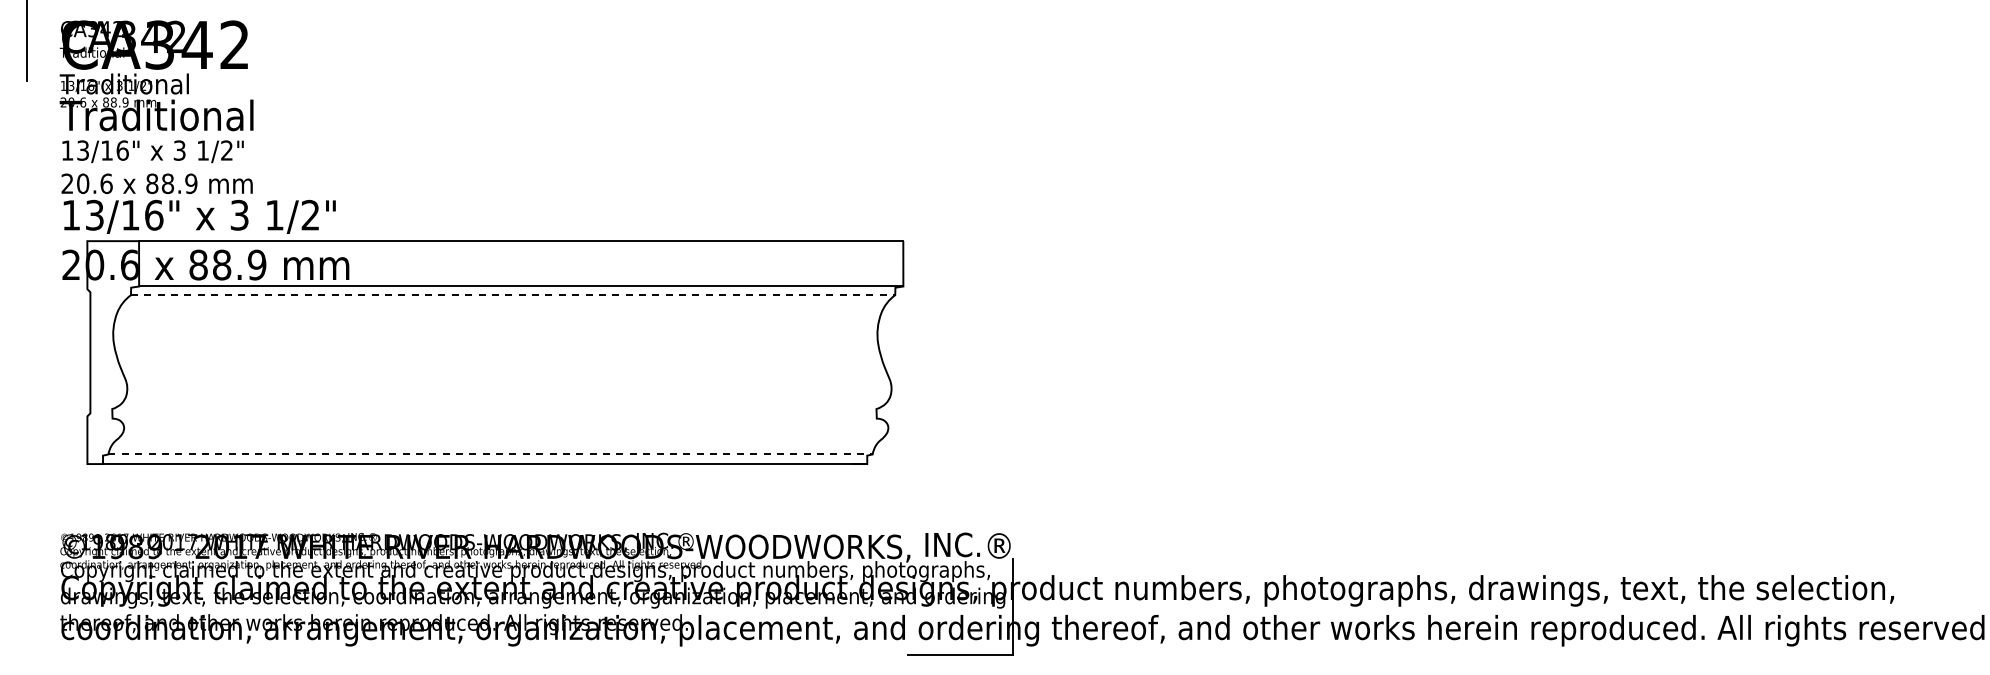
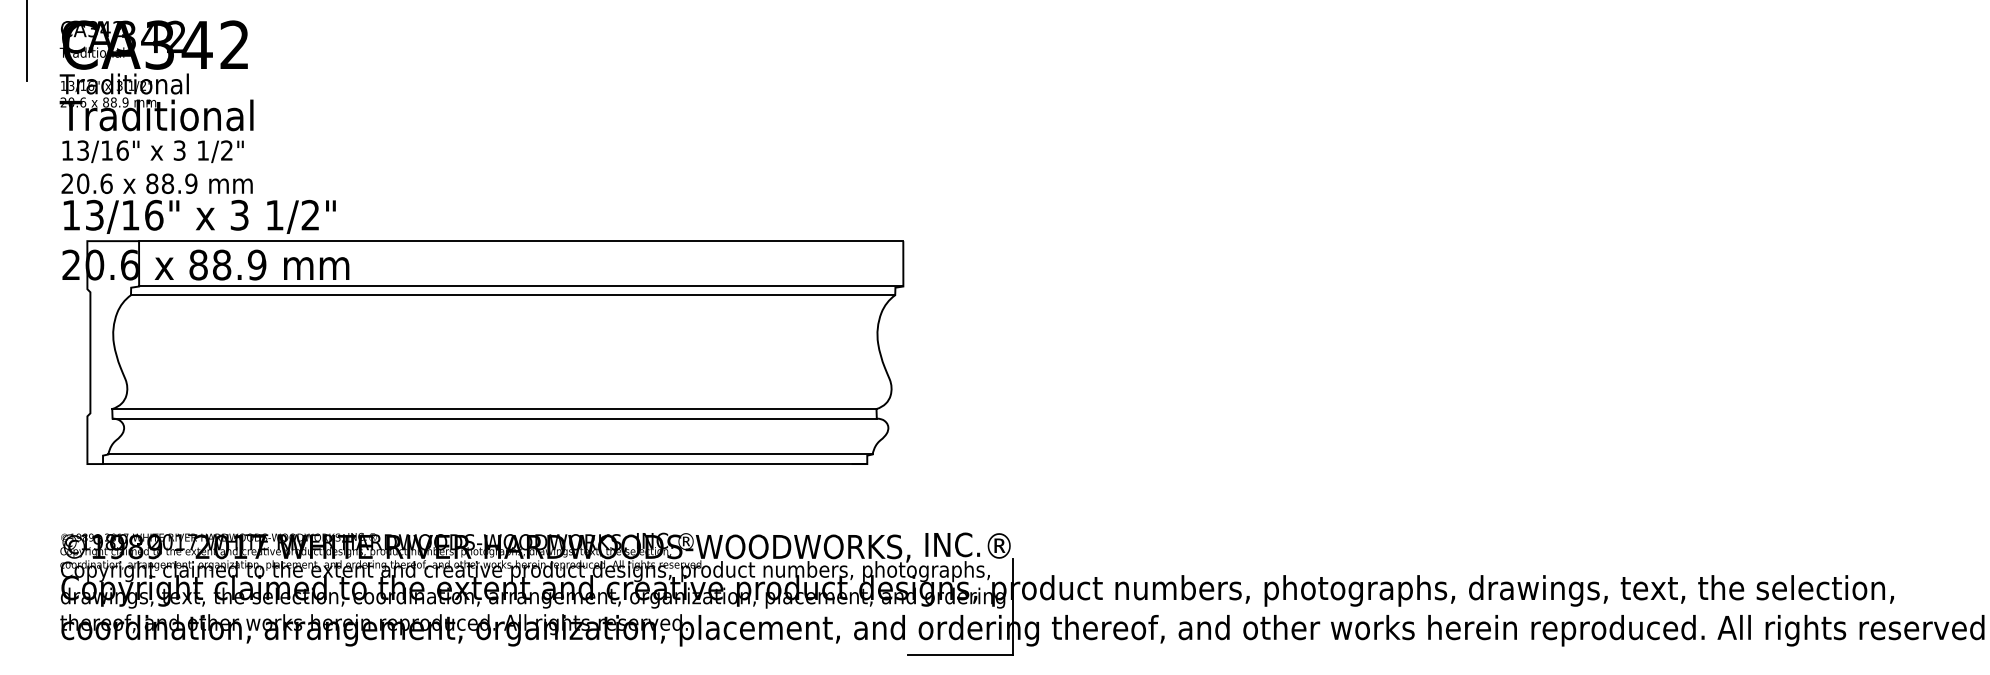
line at (513, 295): dashed -> solid
line at (494, 409): none -> present
line at (494, 418): none -> present
line at (491, 454): dashed -> solid
